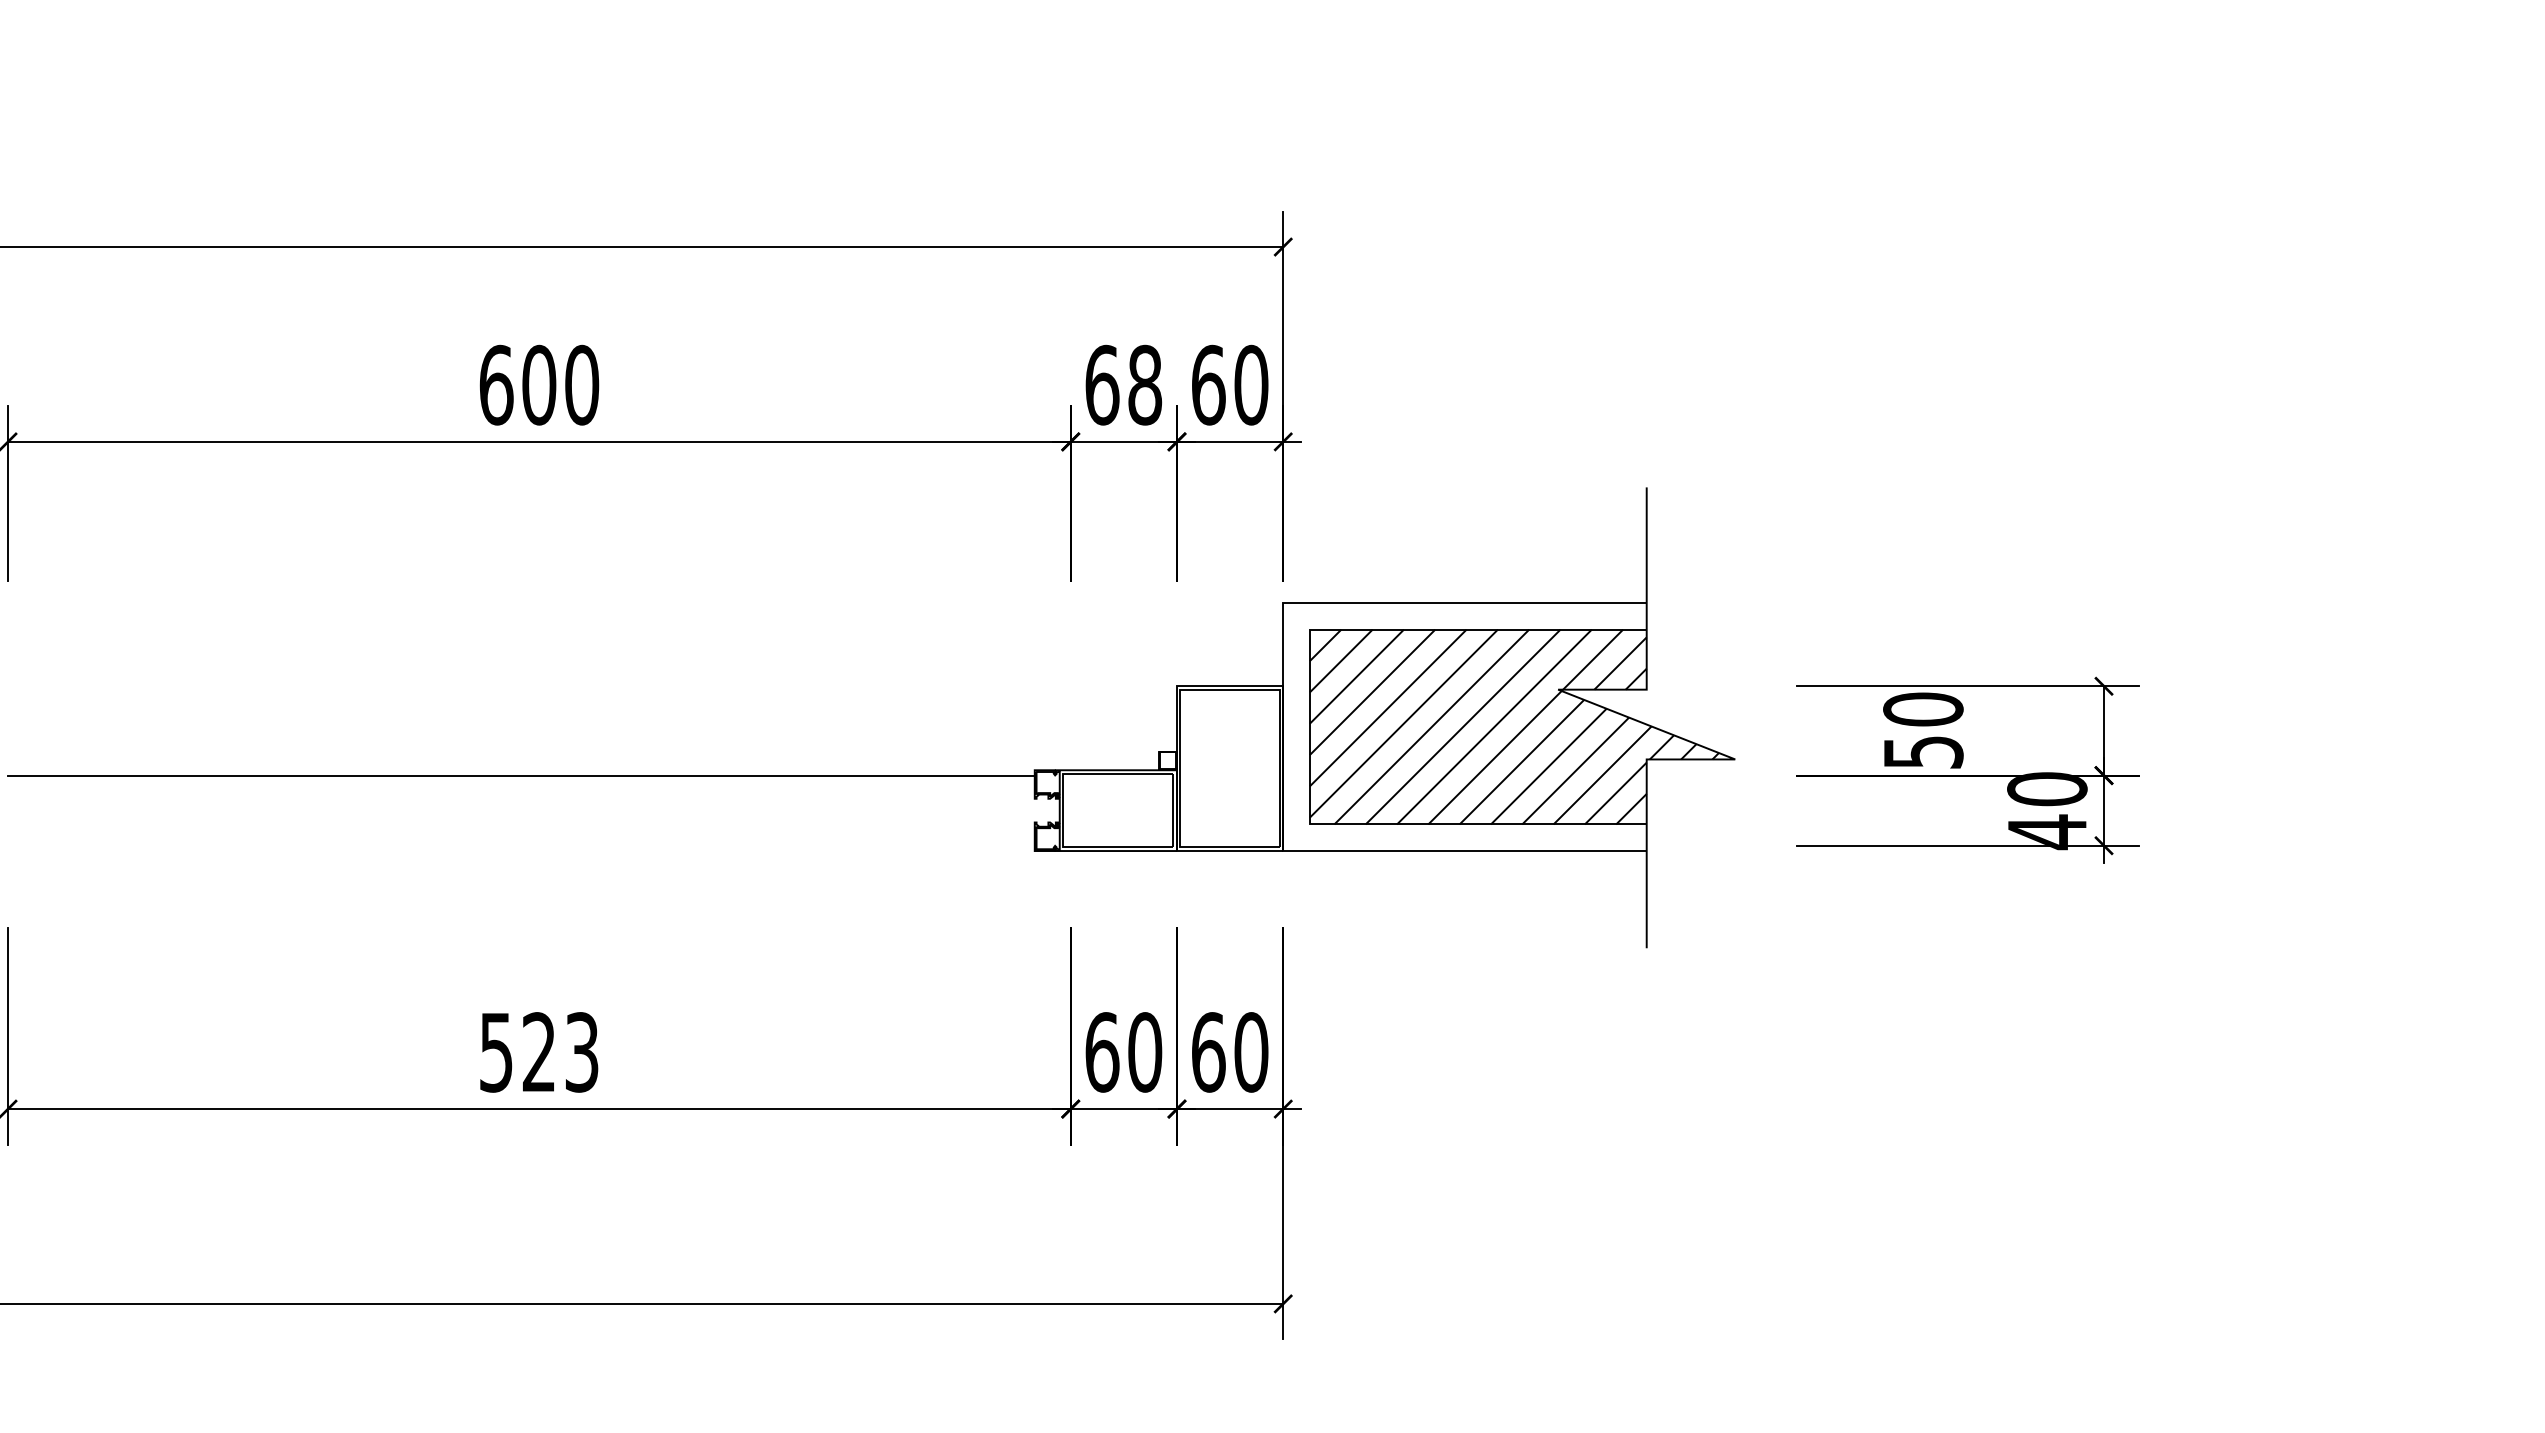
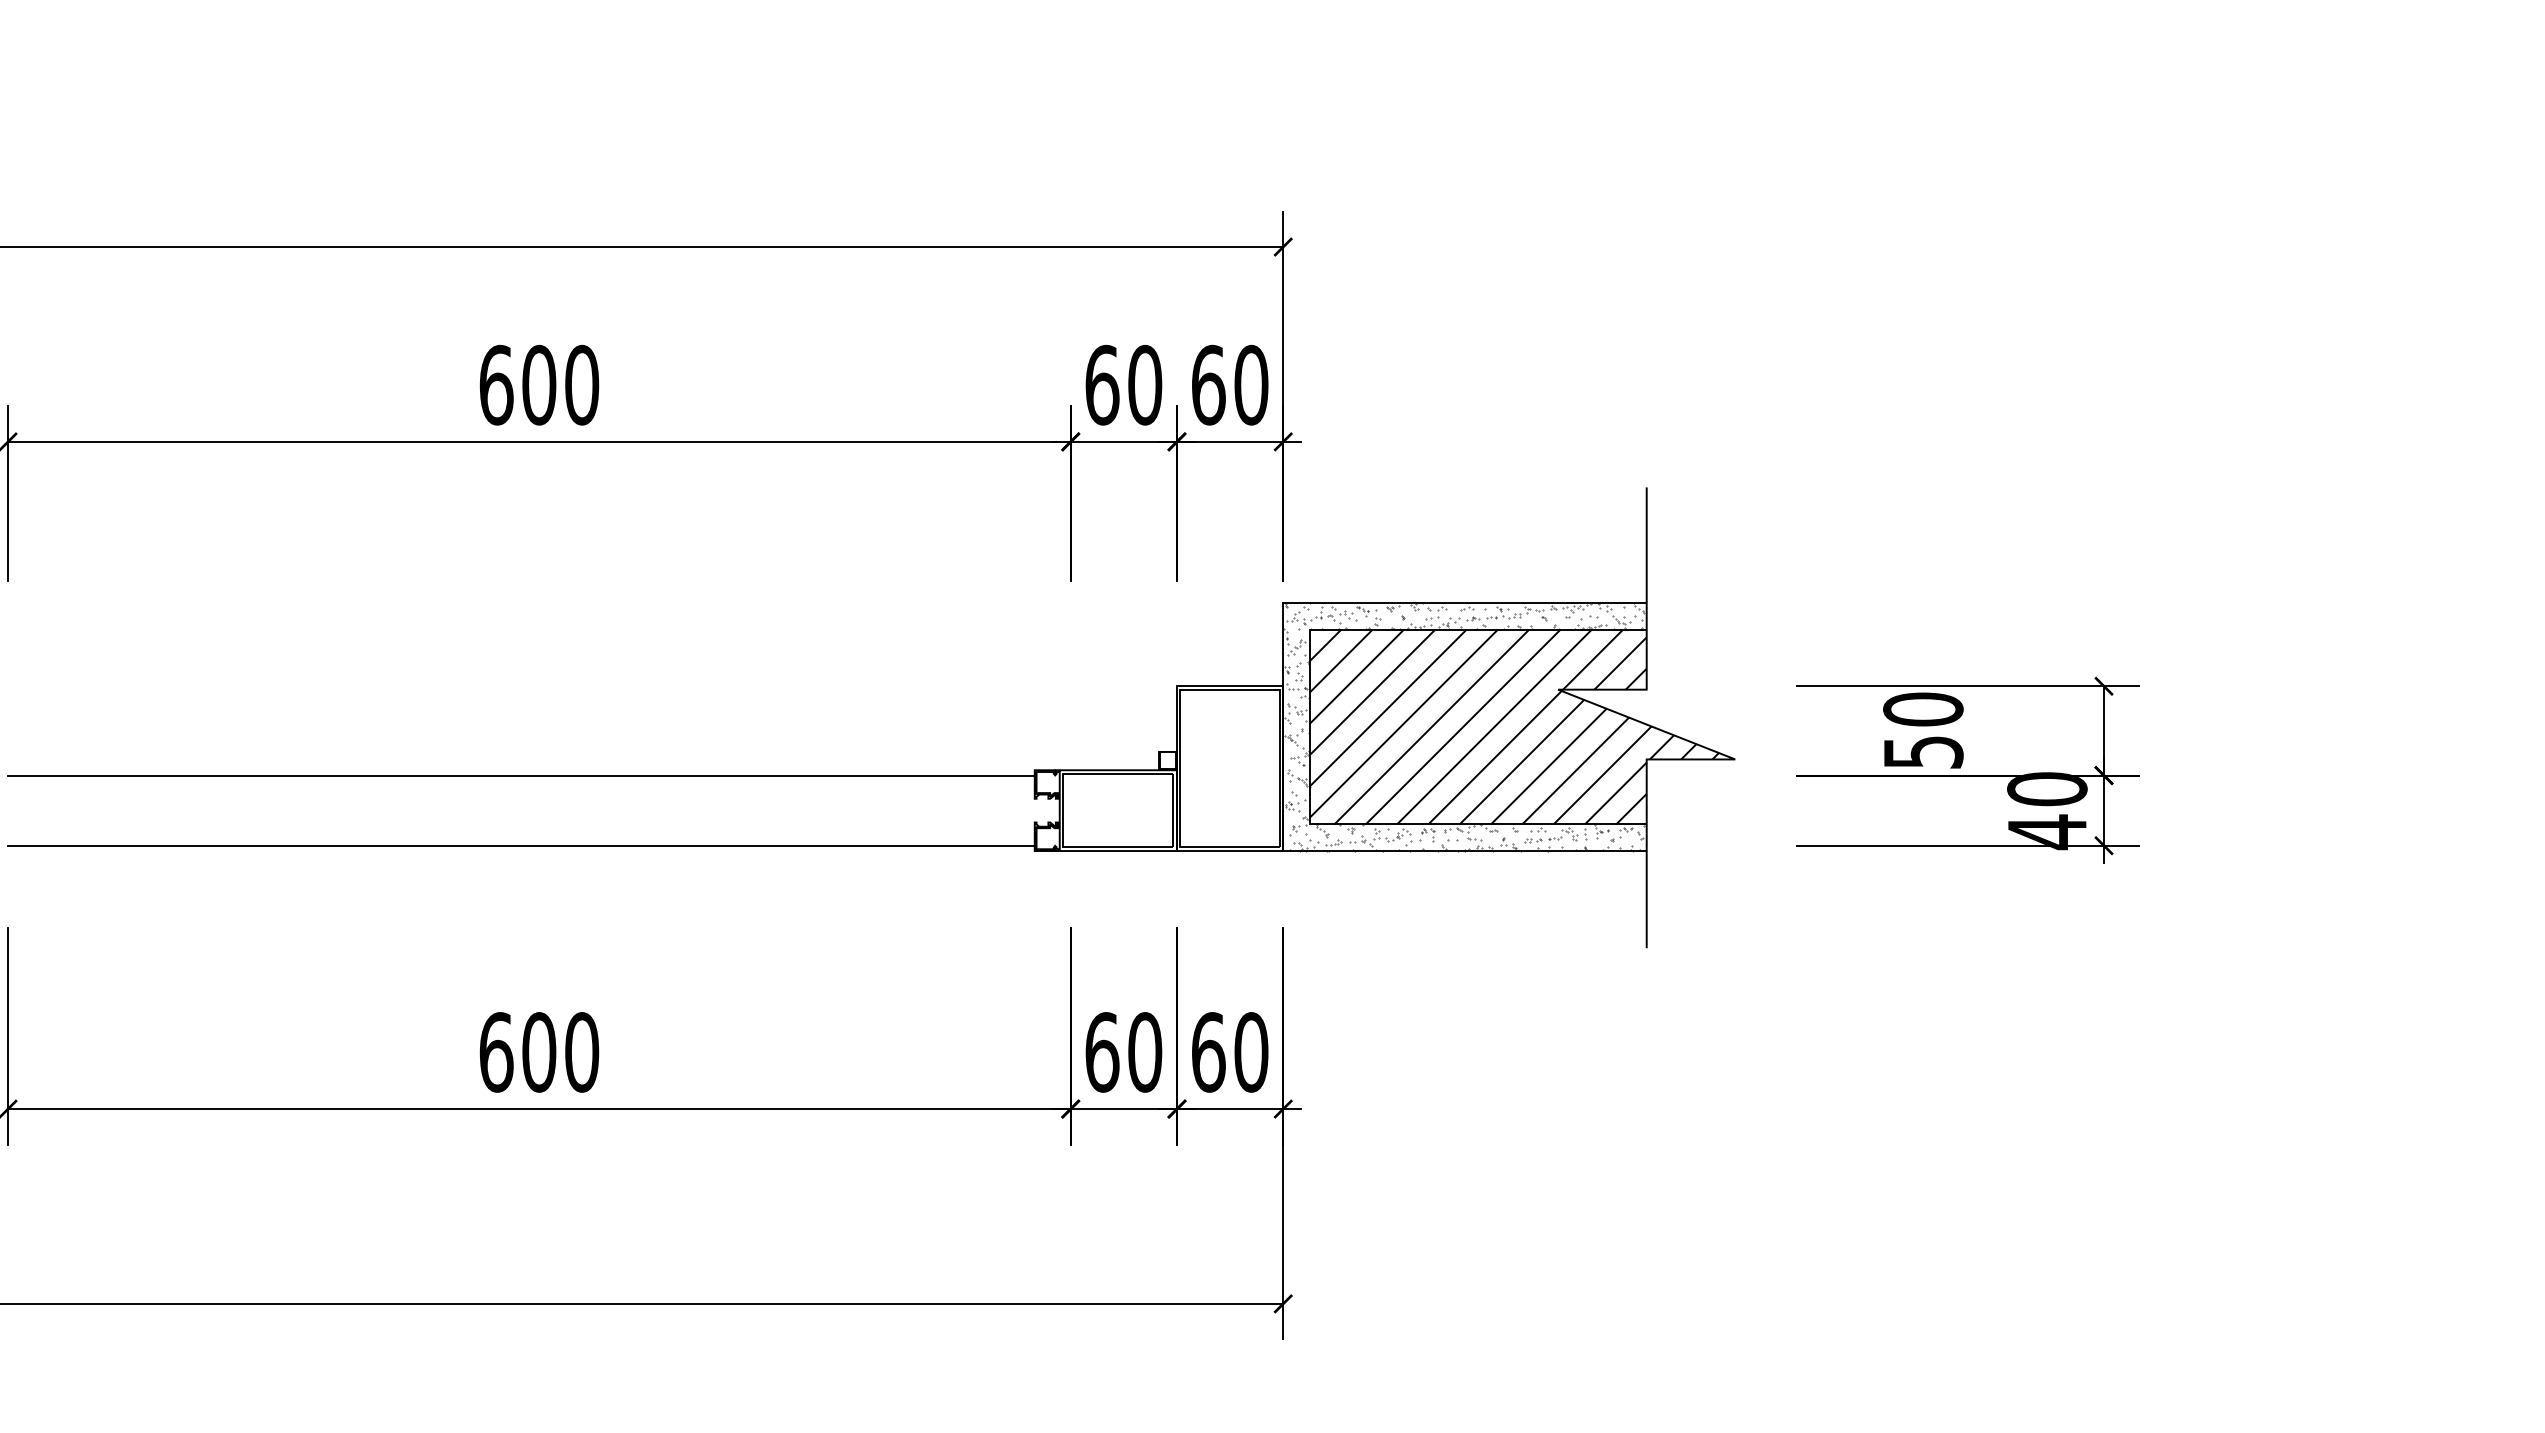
text at (1145, 385): 68 -> 60
hatch at (1463, 726): none -> present
line at (521, 845): none -> present
text at (539, 1052): 523 -> 600
